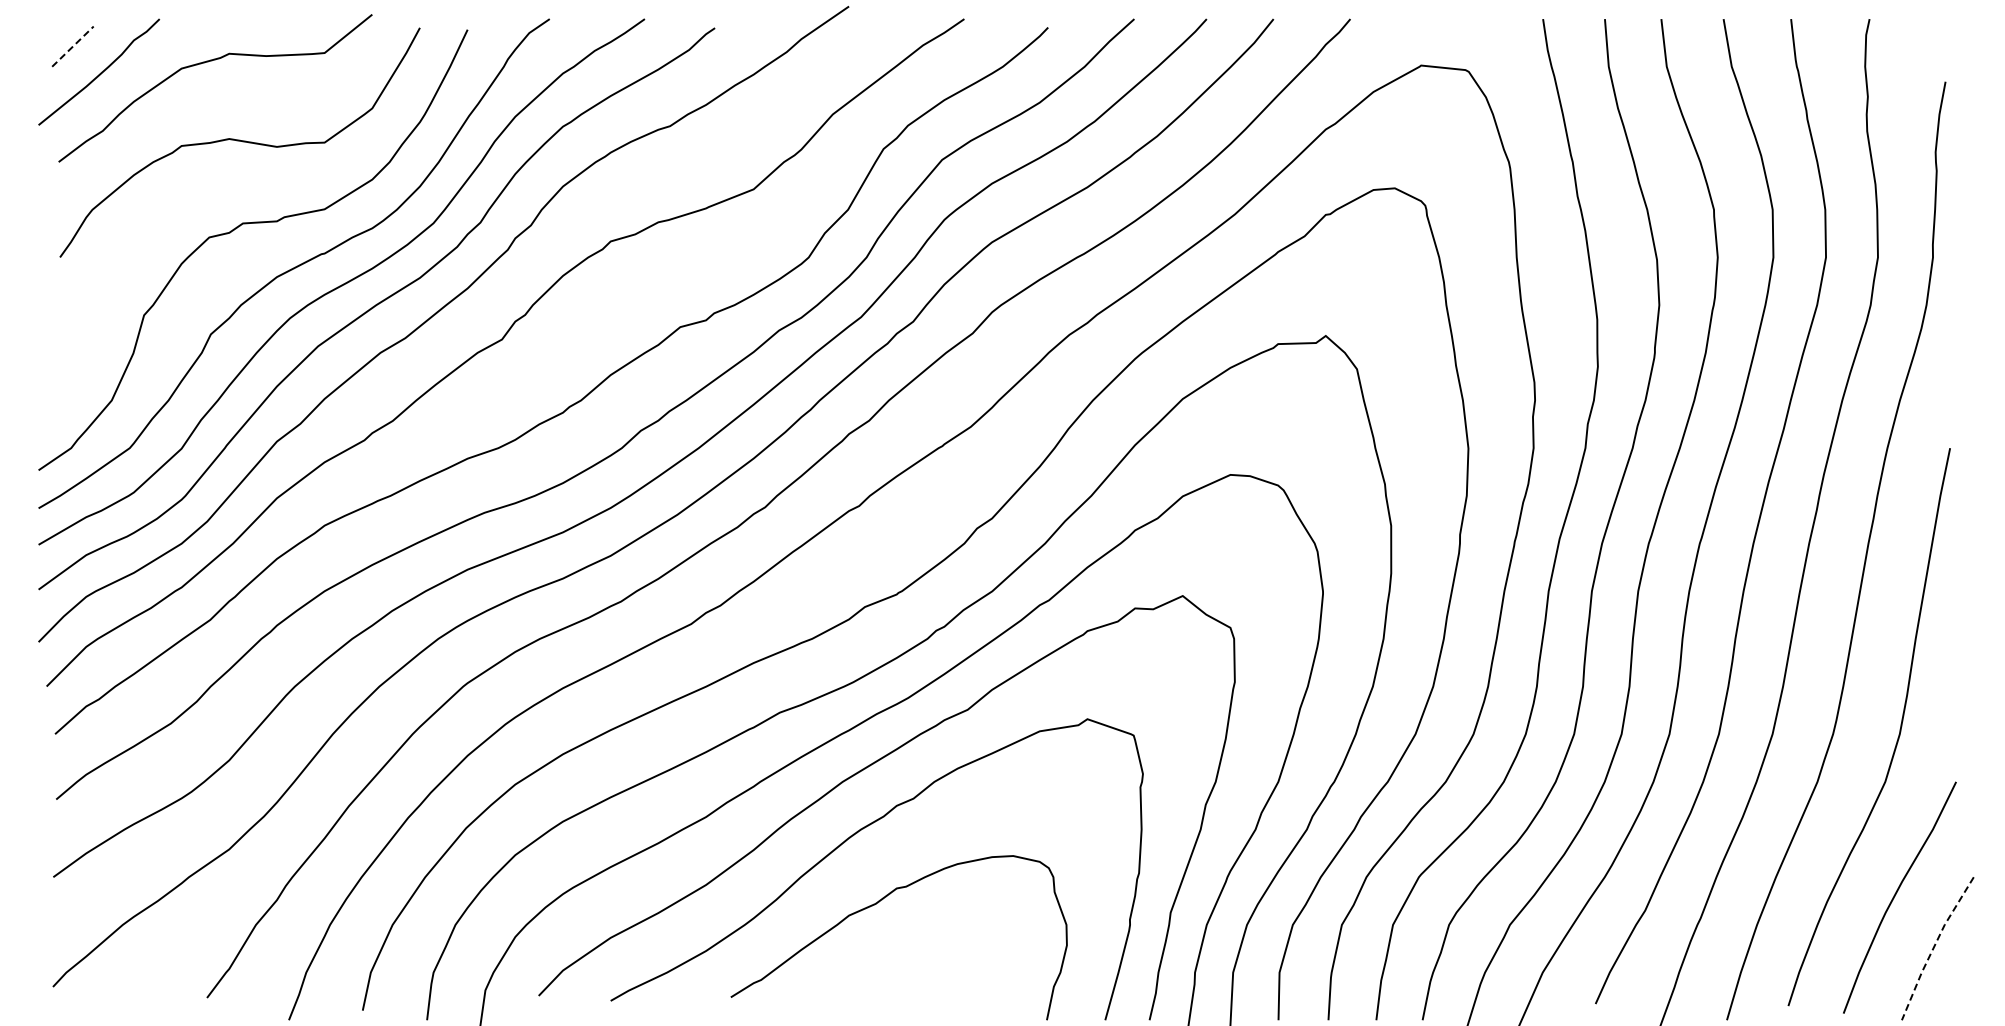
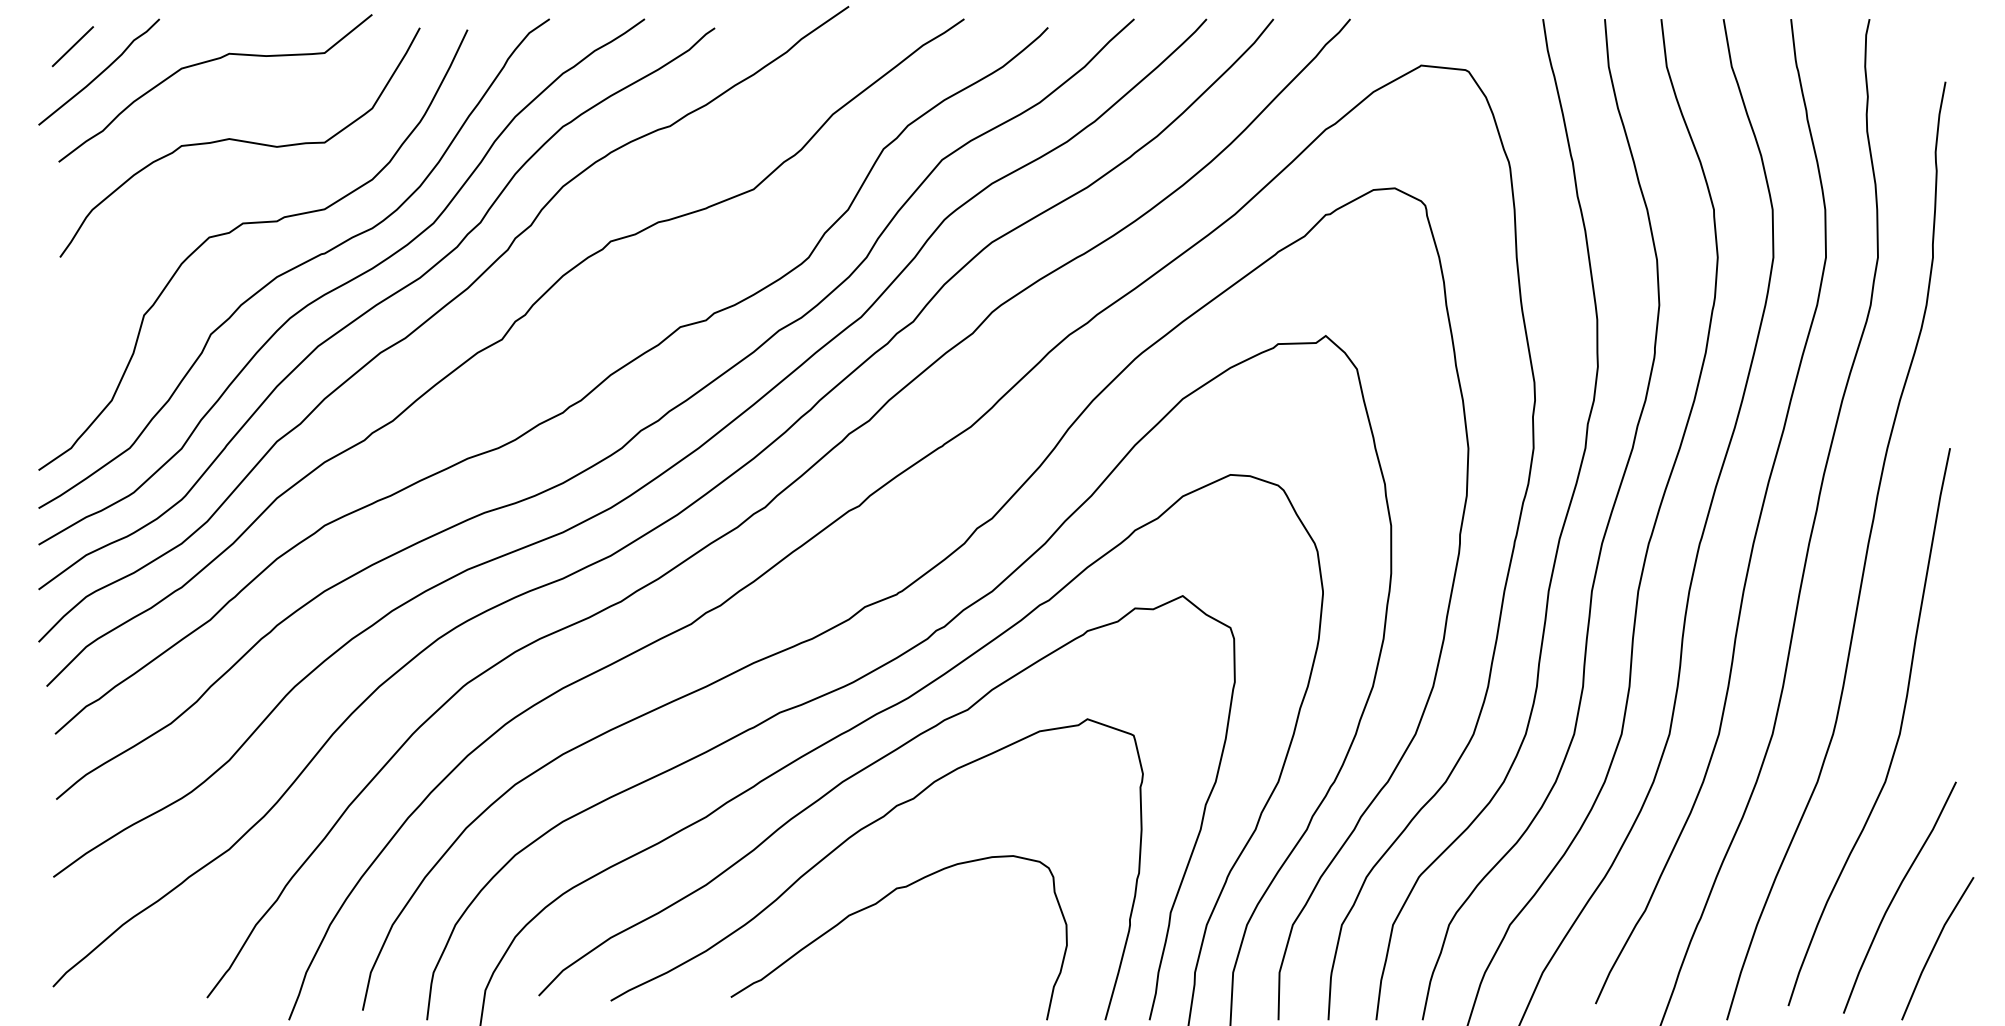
line at (72, 46): dashed -> solid
line at (1933, 947): dashed -> solid
